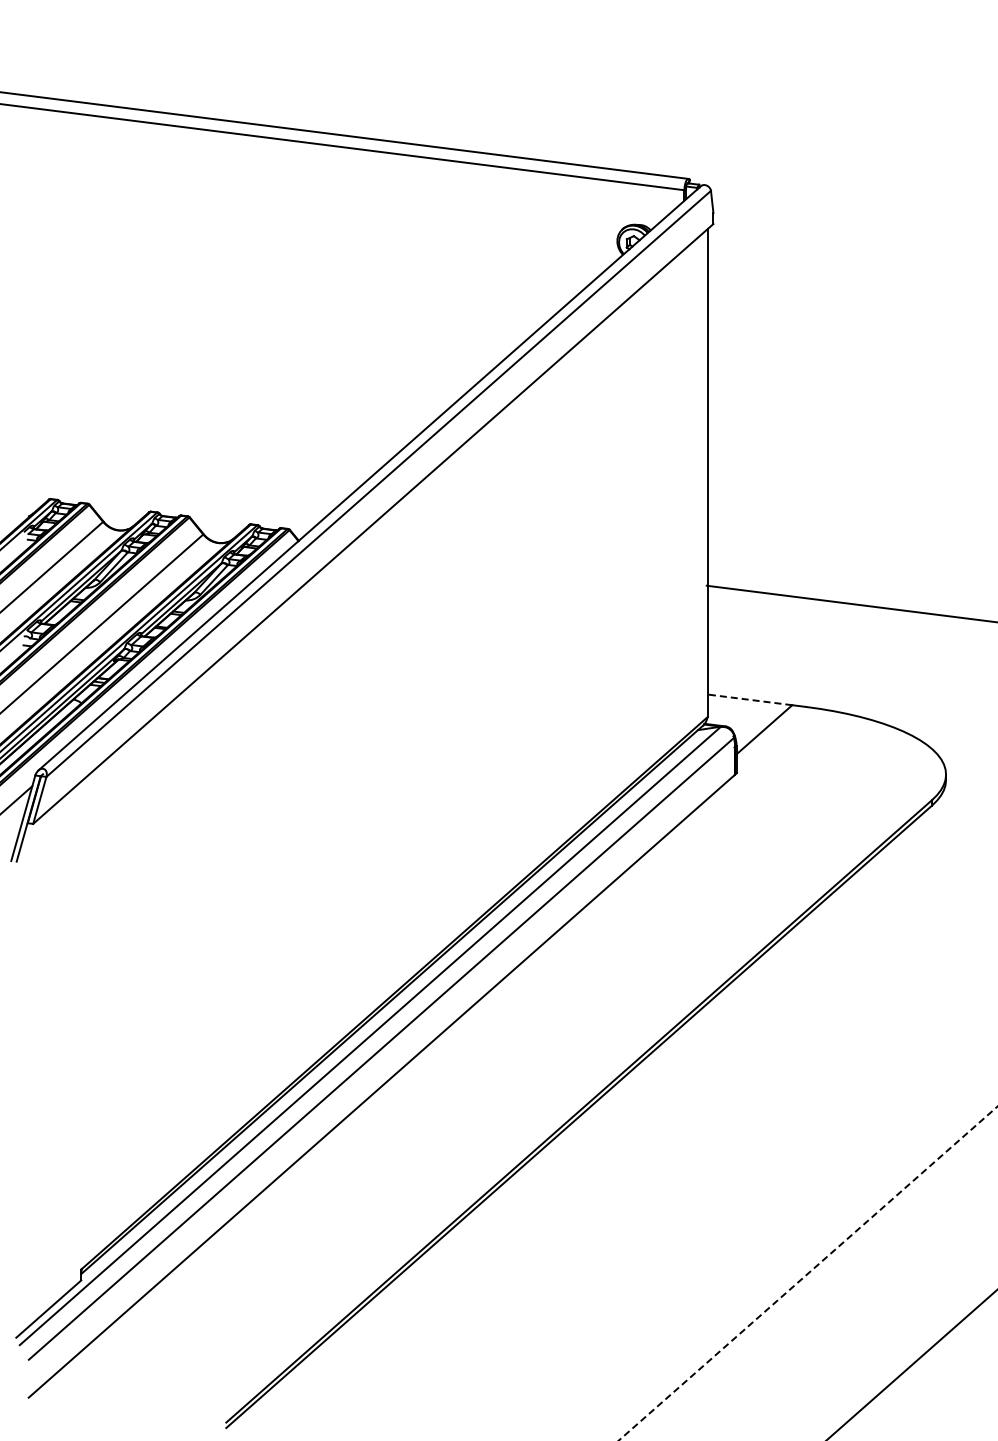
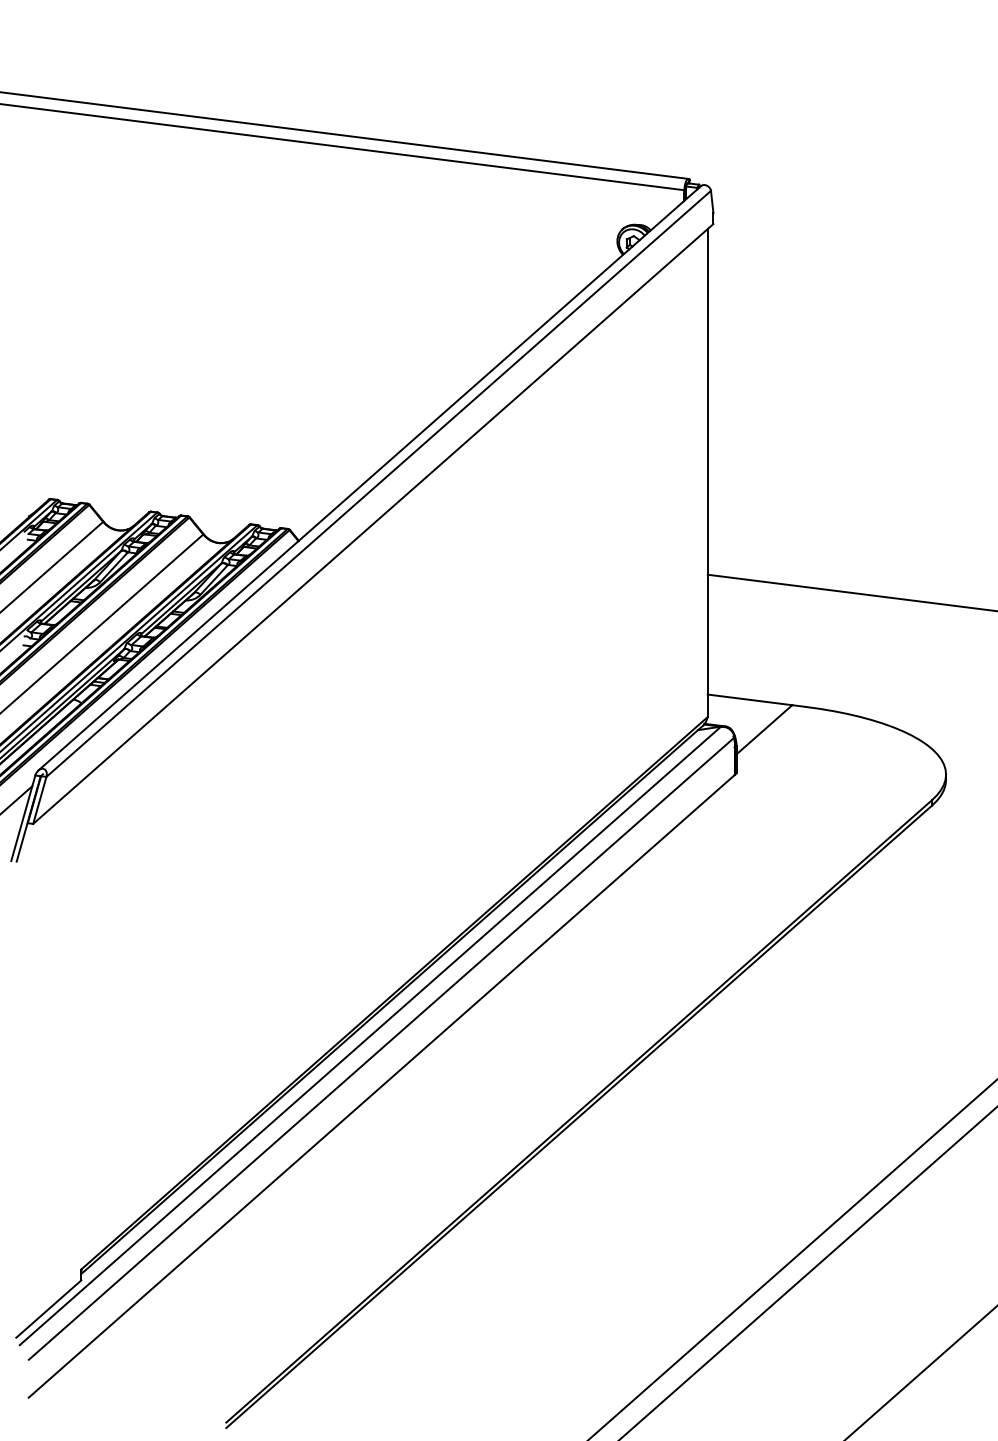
line at (850, 603) position: (850, 603) -> (850, 592)
line at (750, 699): dashed -> solid
line at (792, 1259): none -> present
line at (808, 1273): dashed -> solid
line at (911, 1364) position: (911, 1364) -> (920, 1372)
